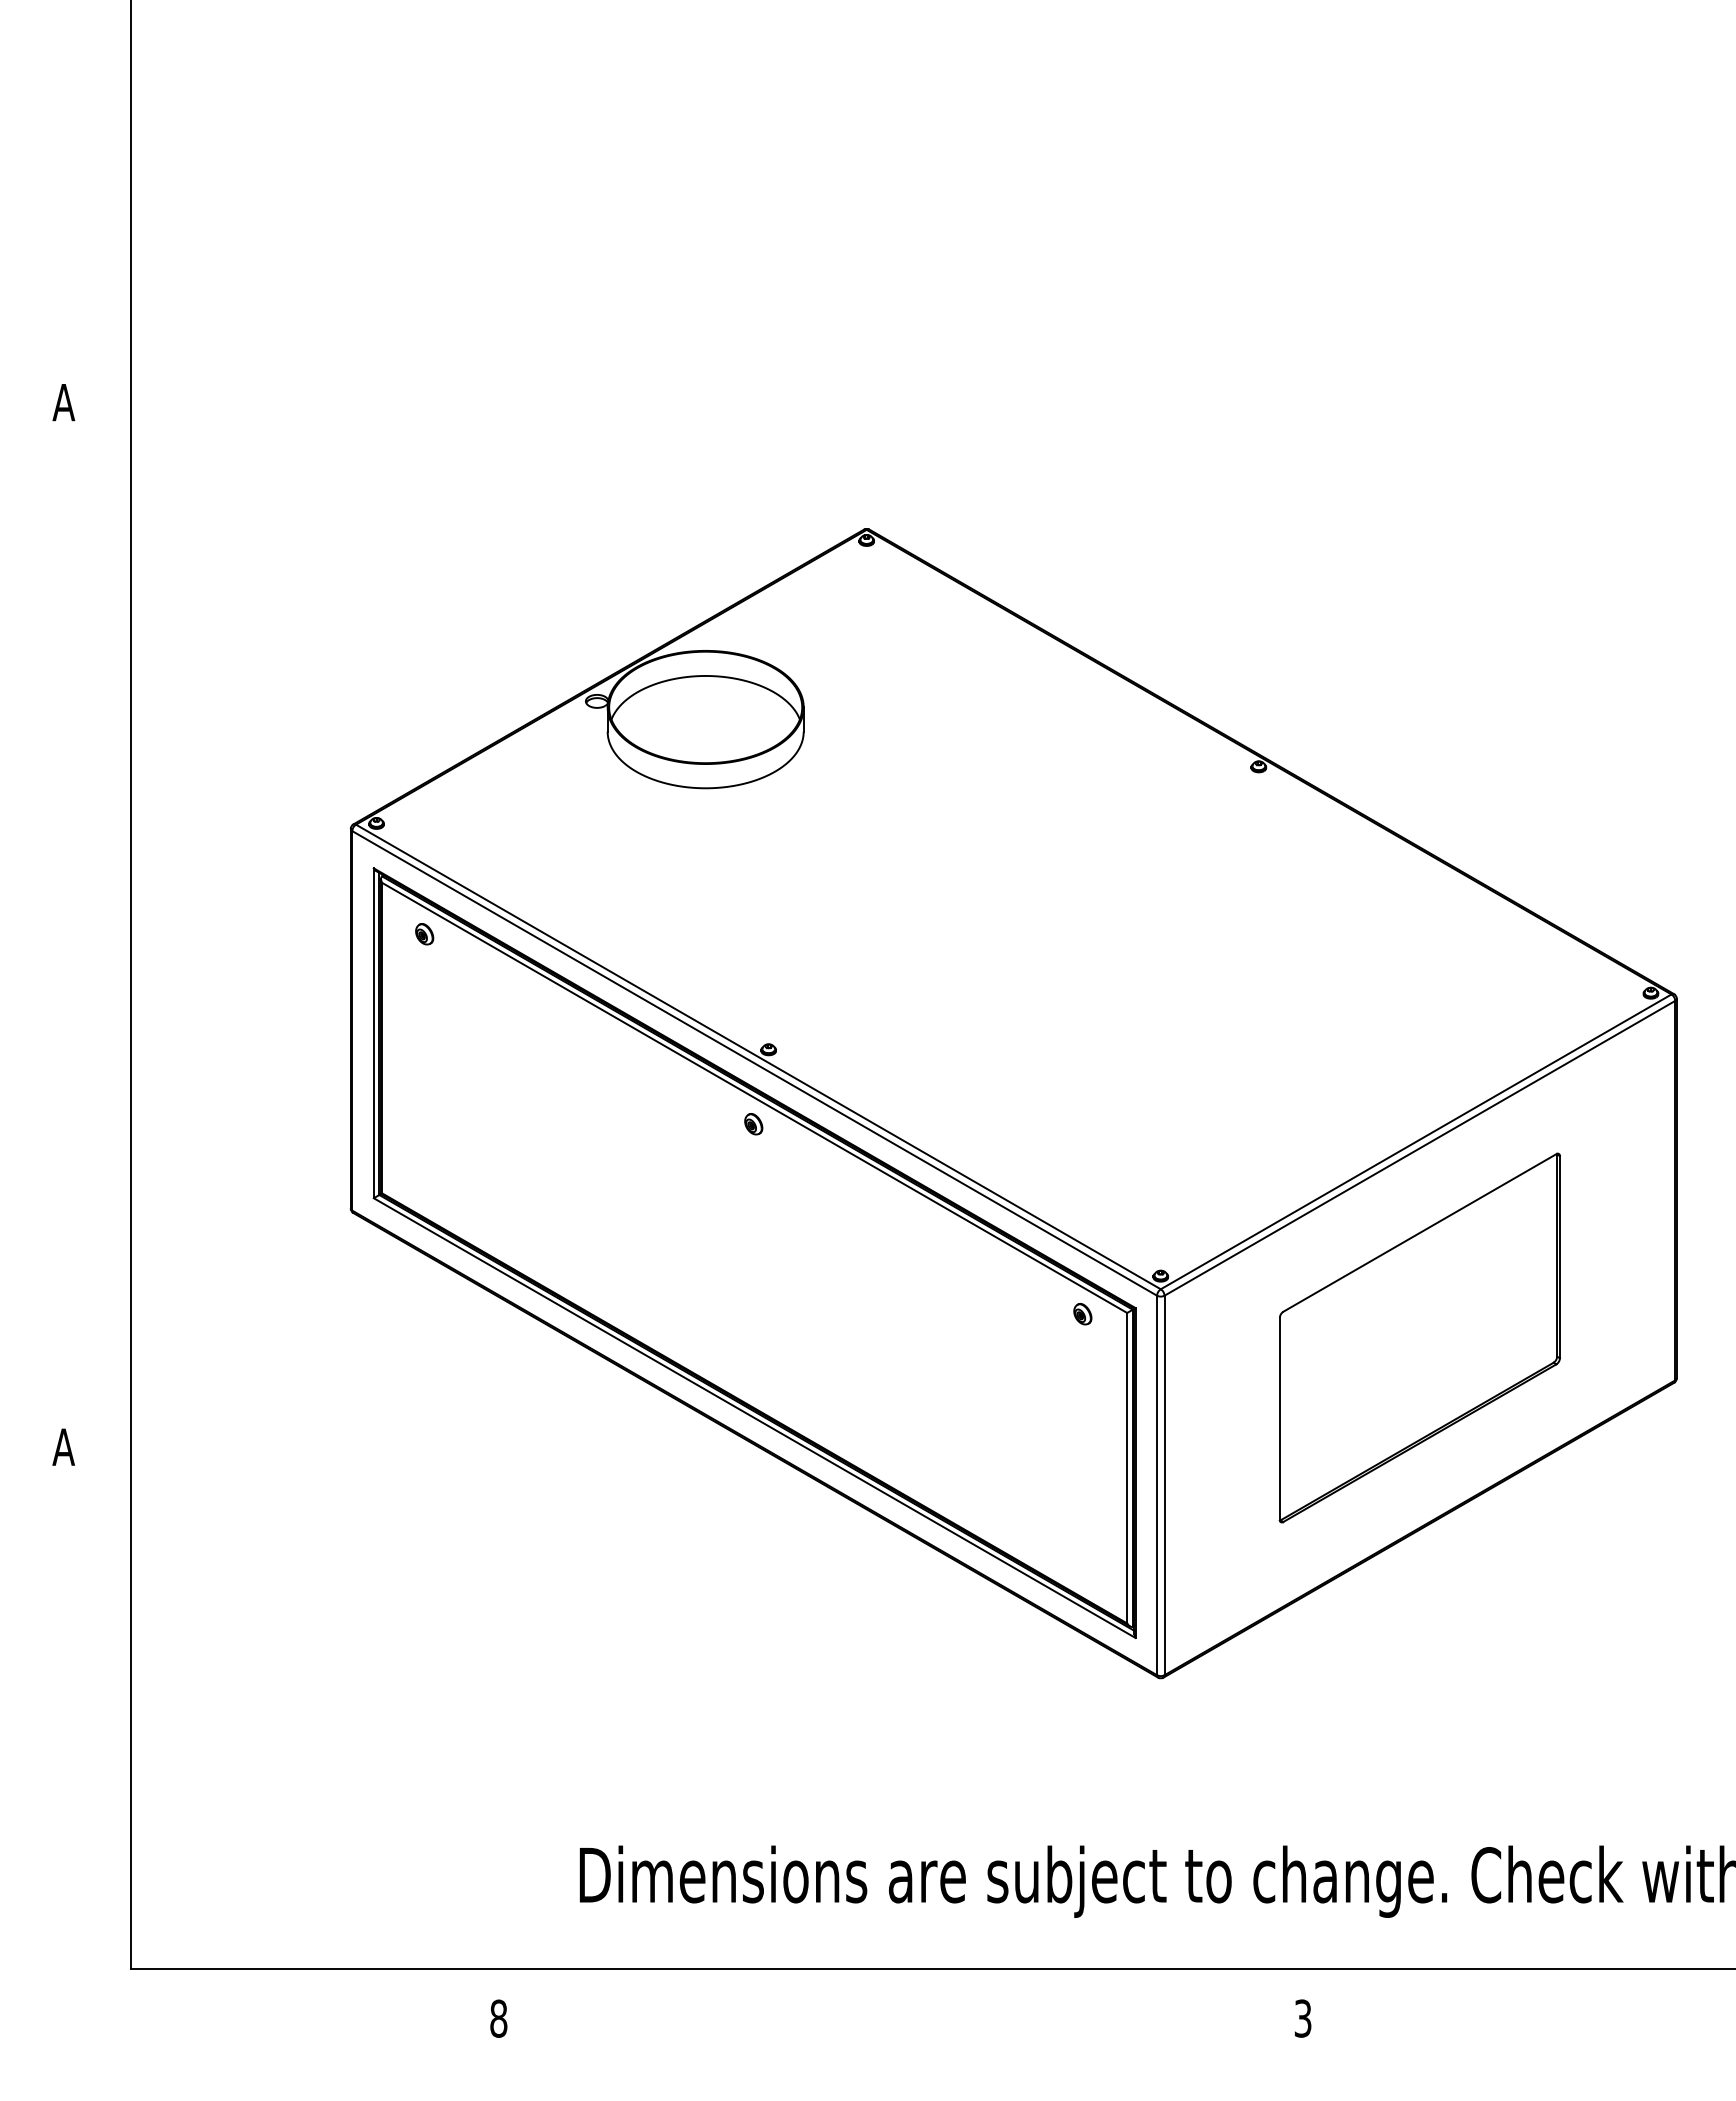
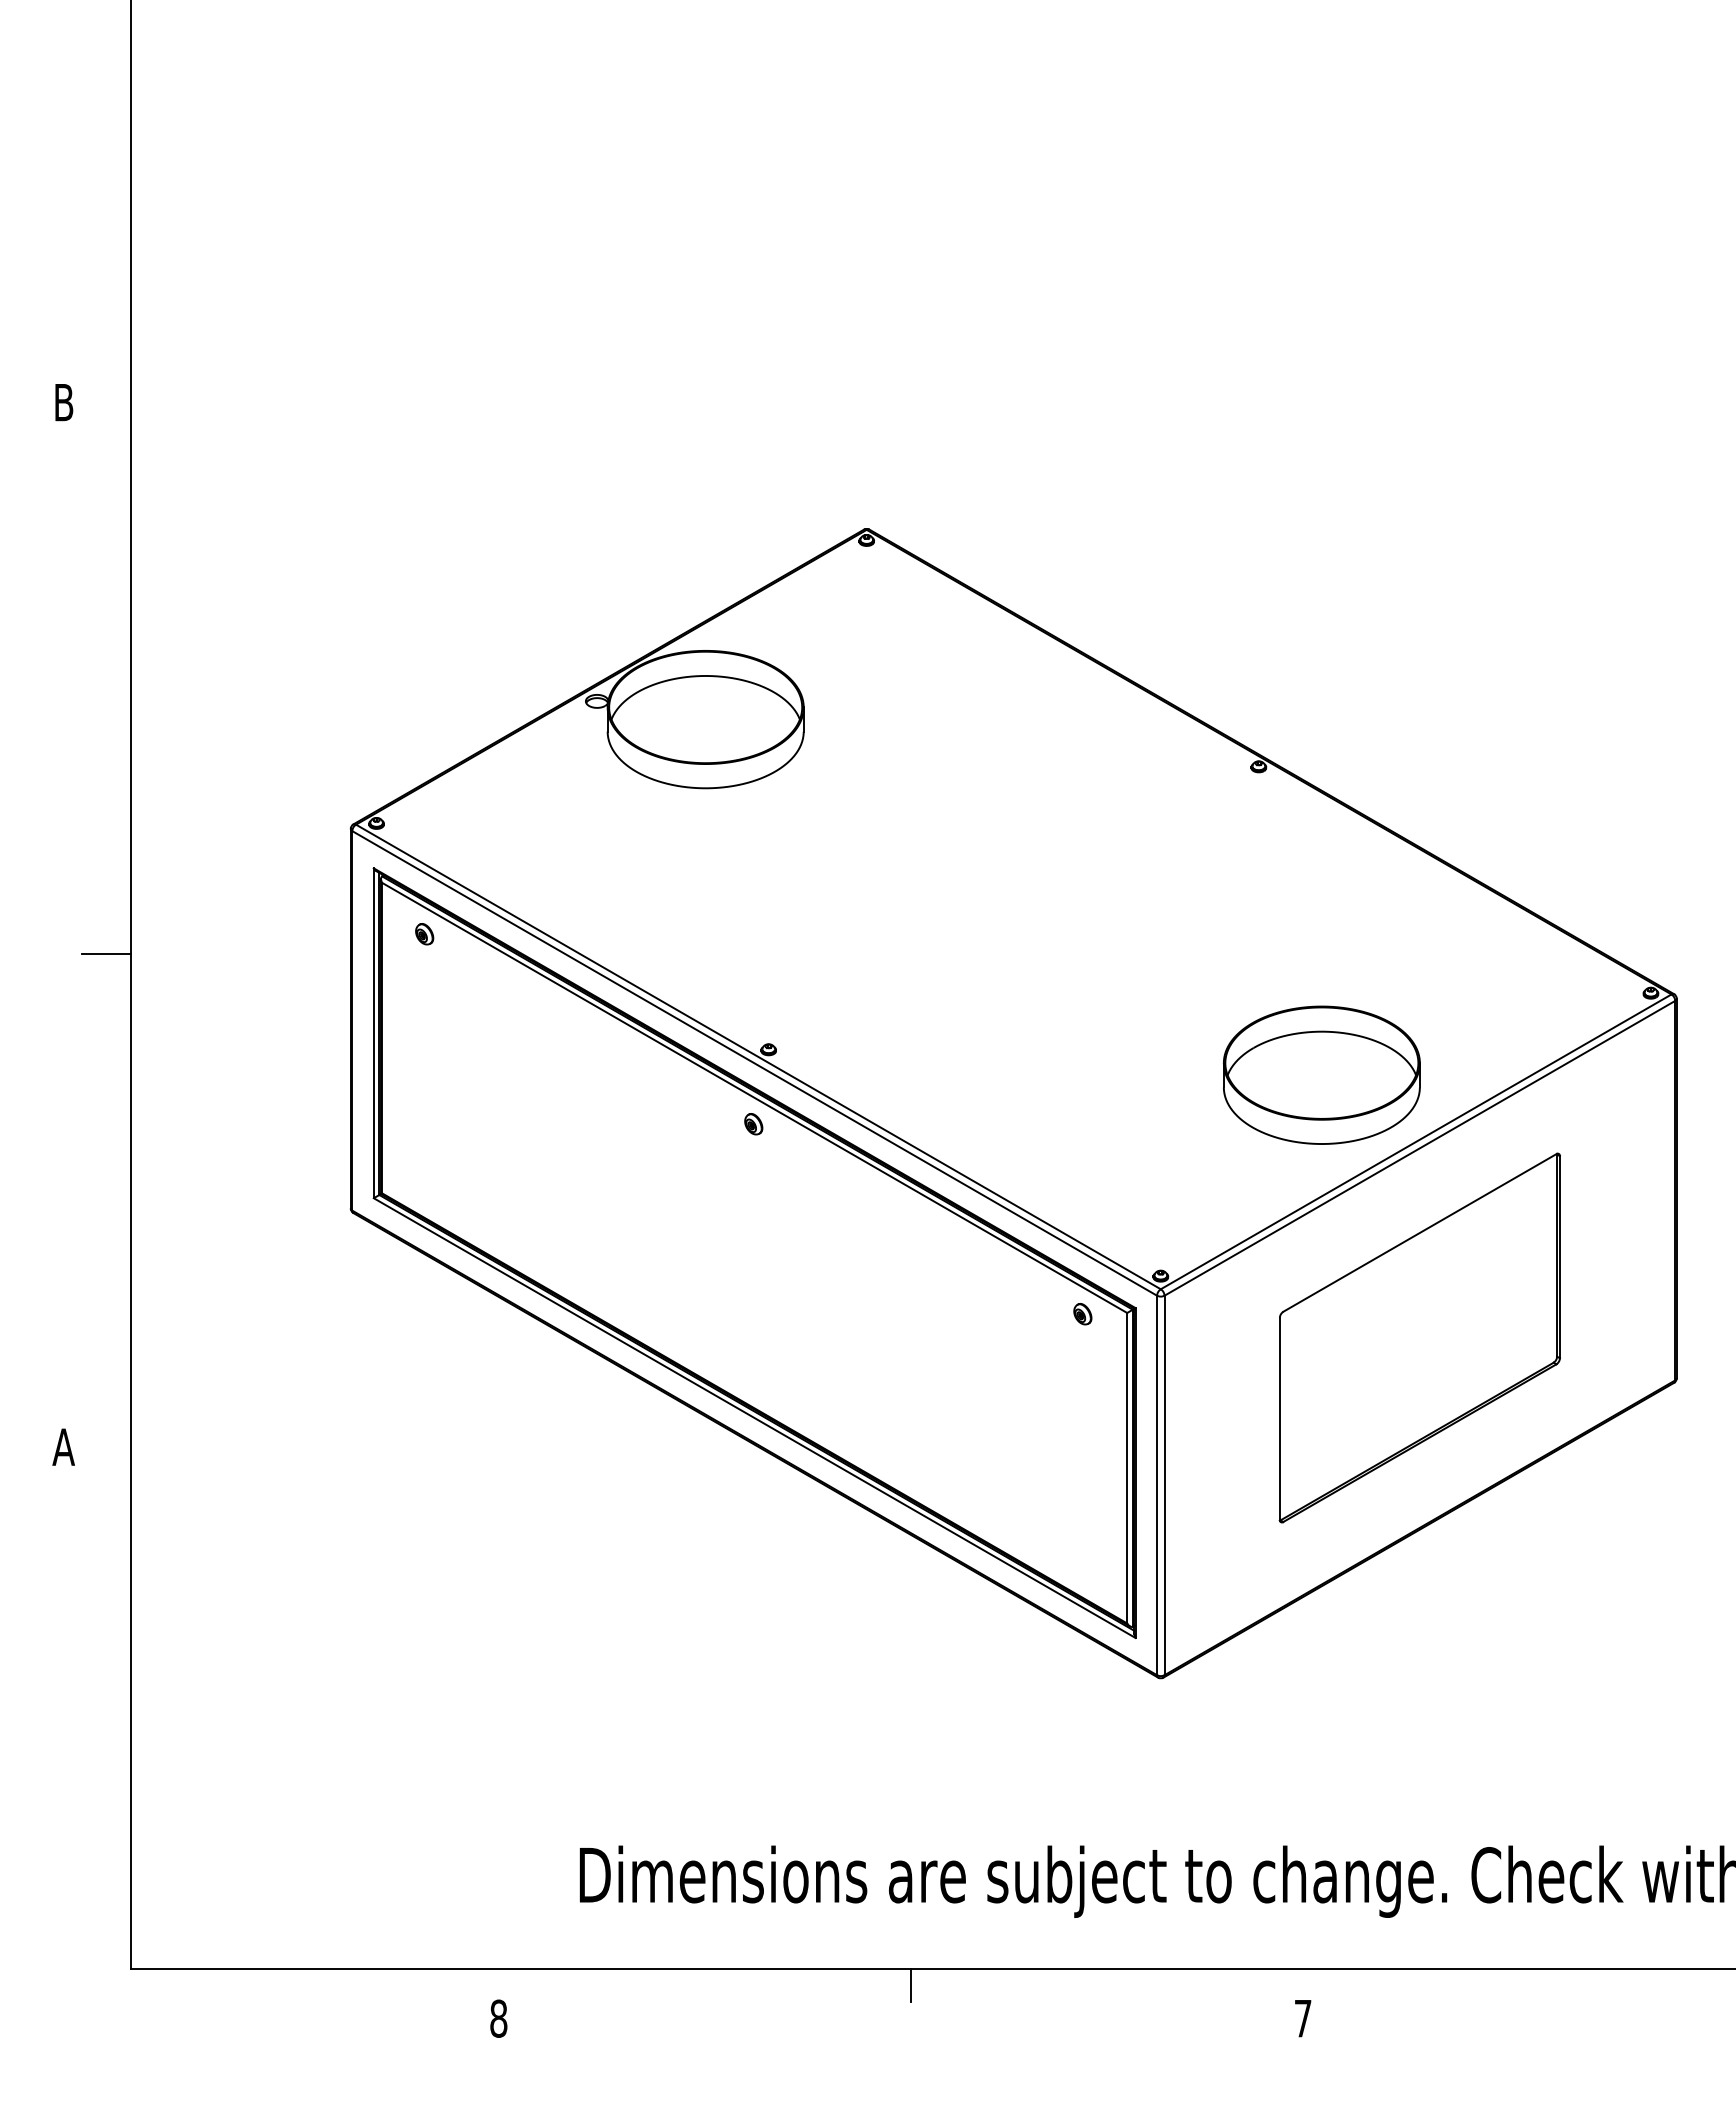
text at (63, 402): A -> B
line at (106, 953): none -> present
part at (1321, 1074): none -> present
line at (910, 1985): none -> present
text at (1302, 2018): 3 -> 7
